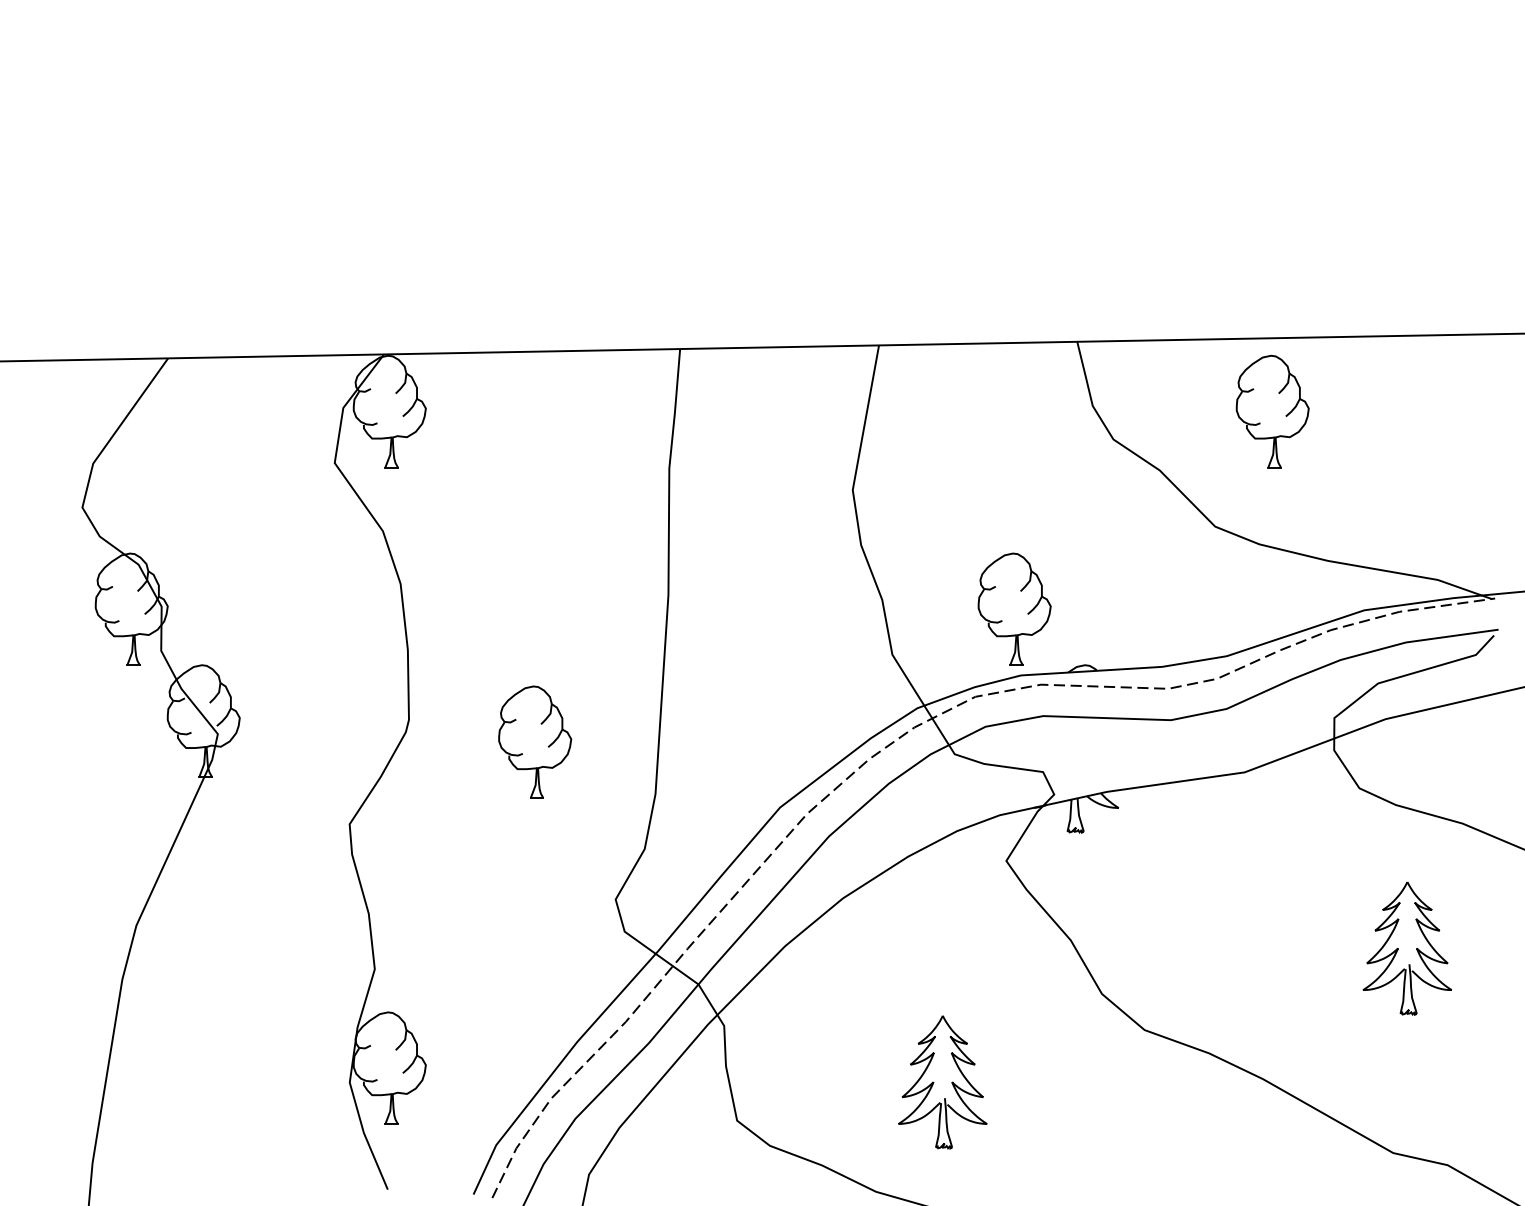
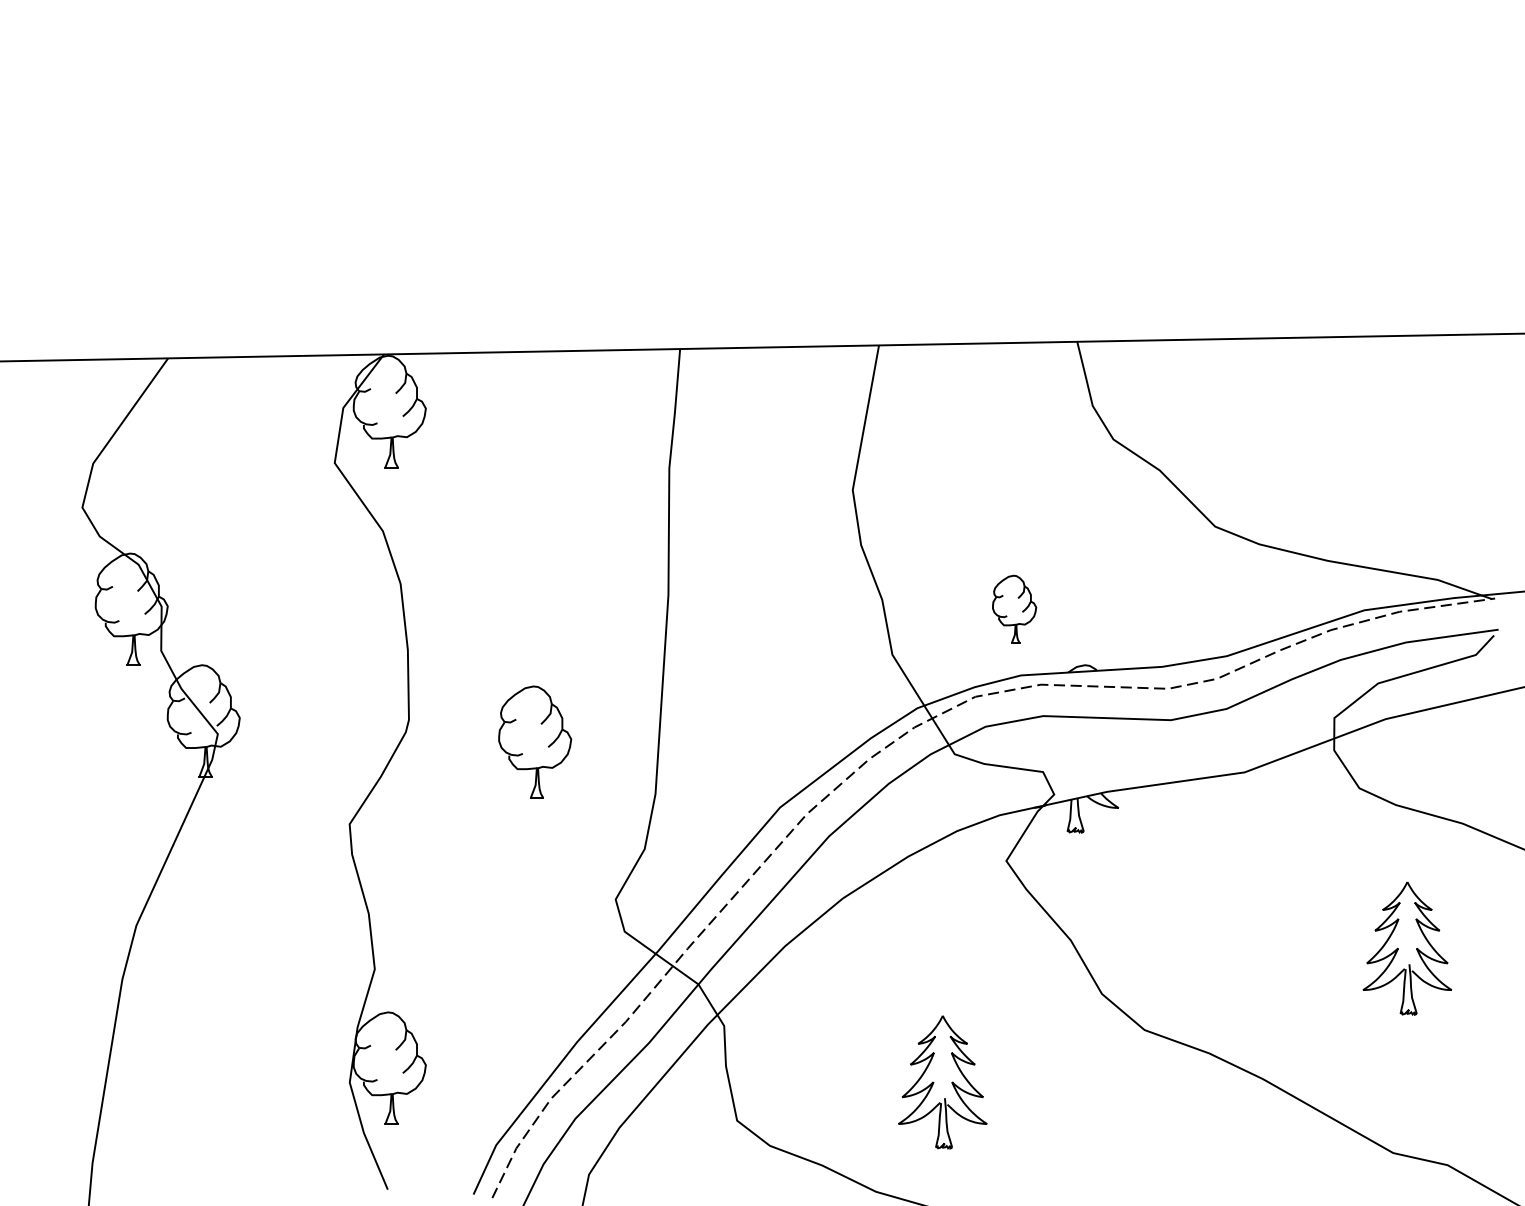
part at (1272, 411): present -> none
part at (1014, 608) size: 75x114 px -> 46x70 px
